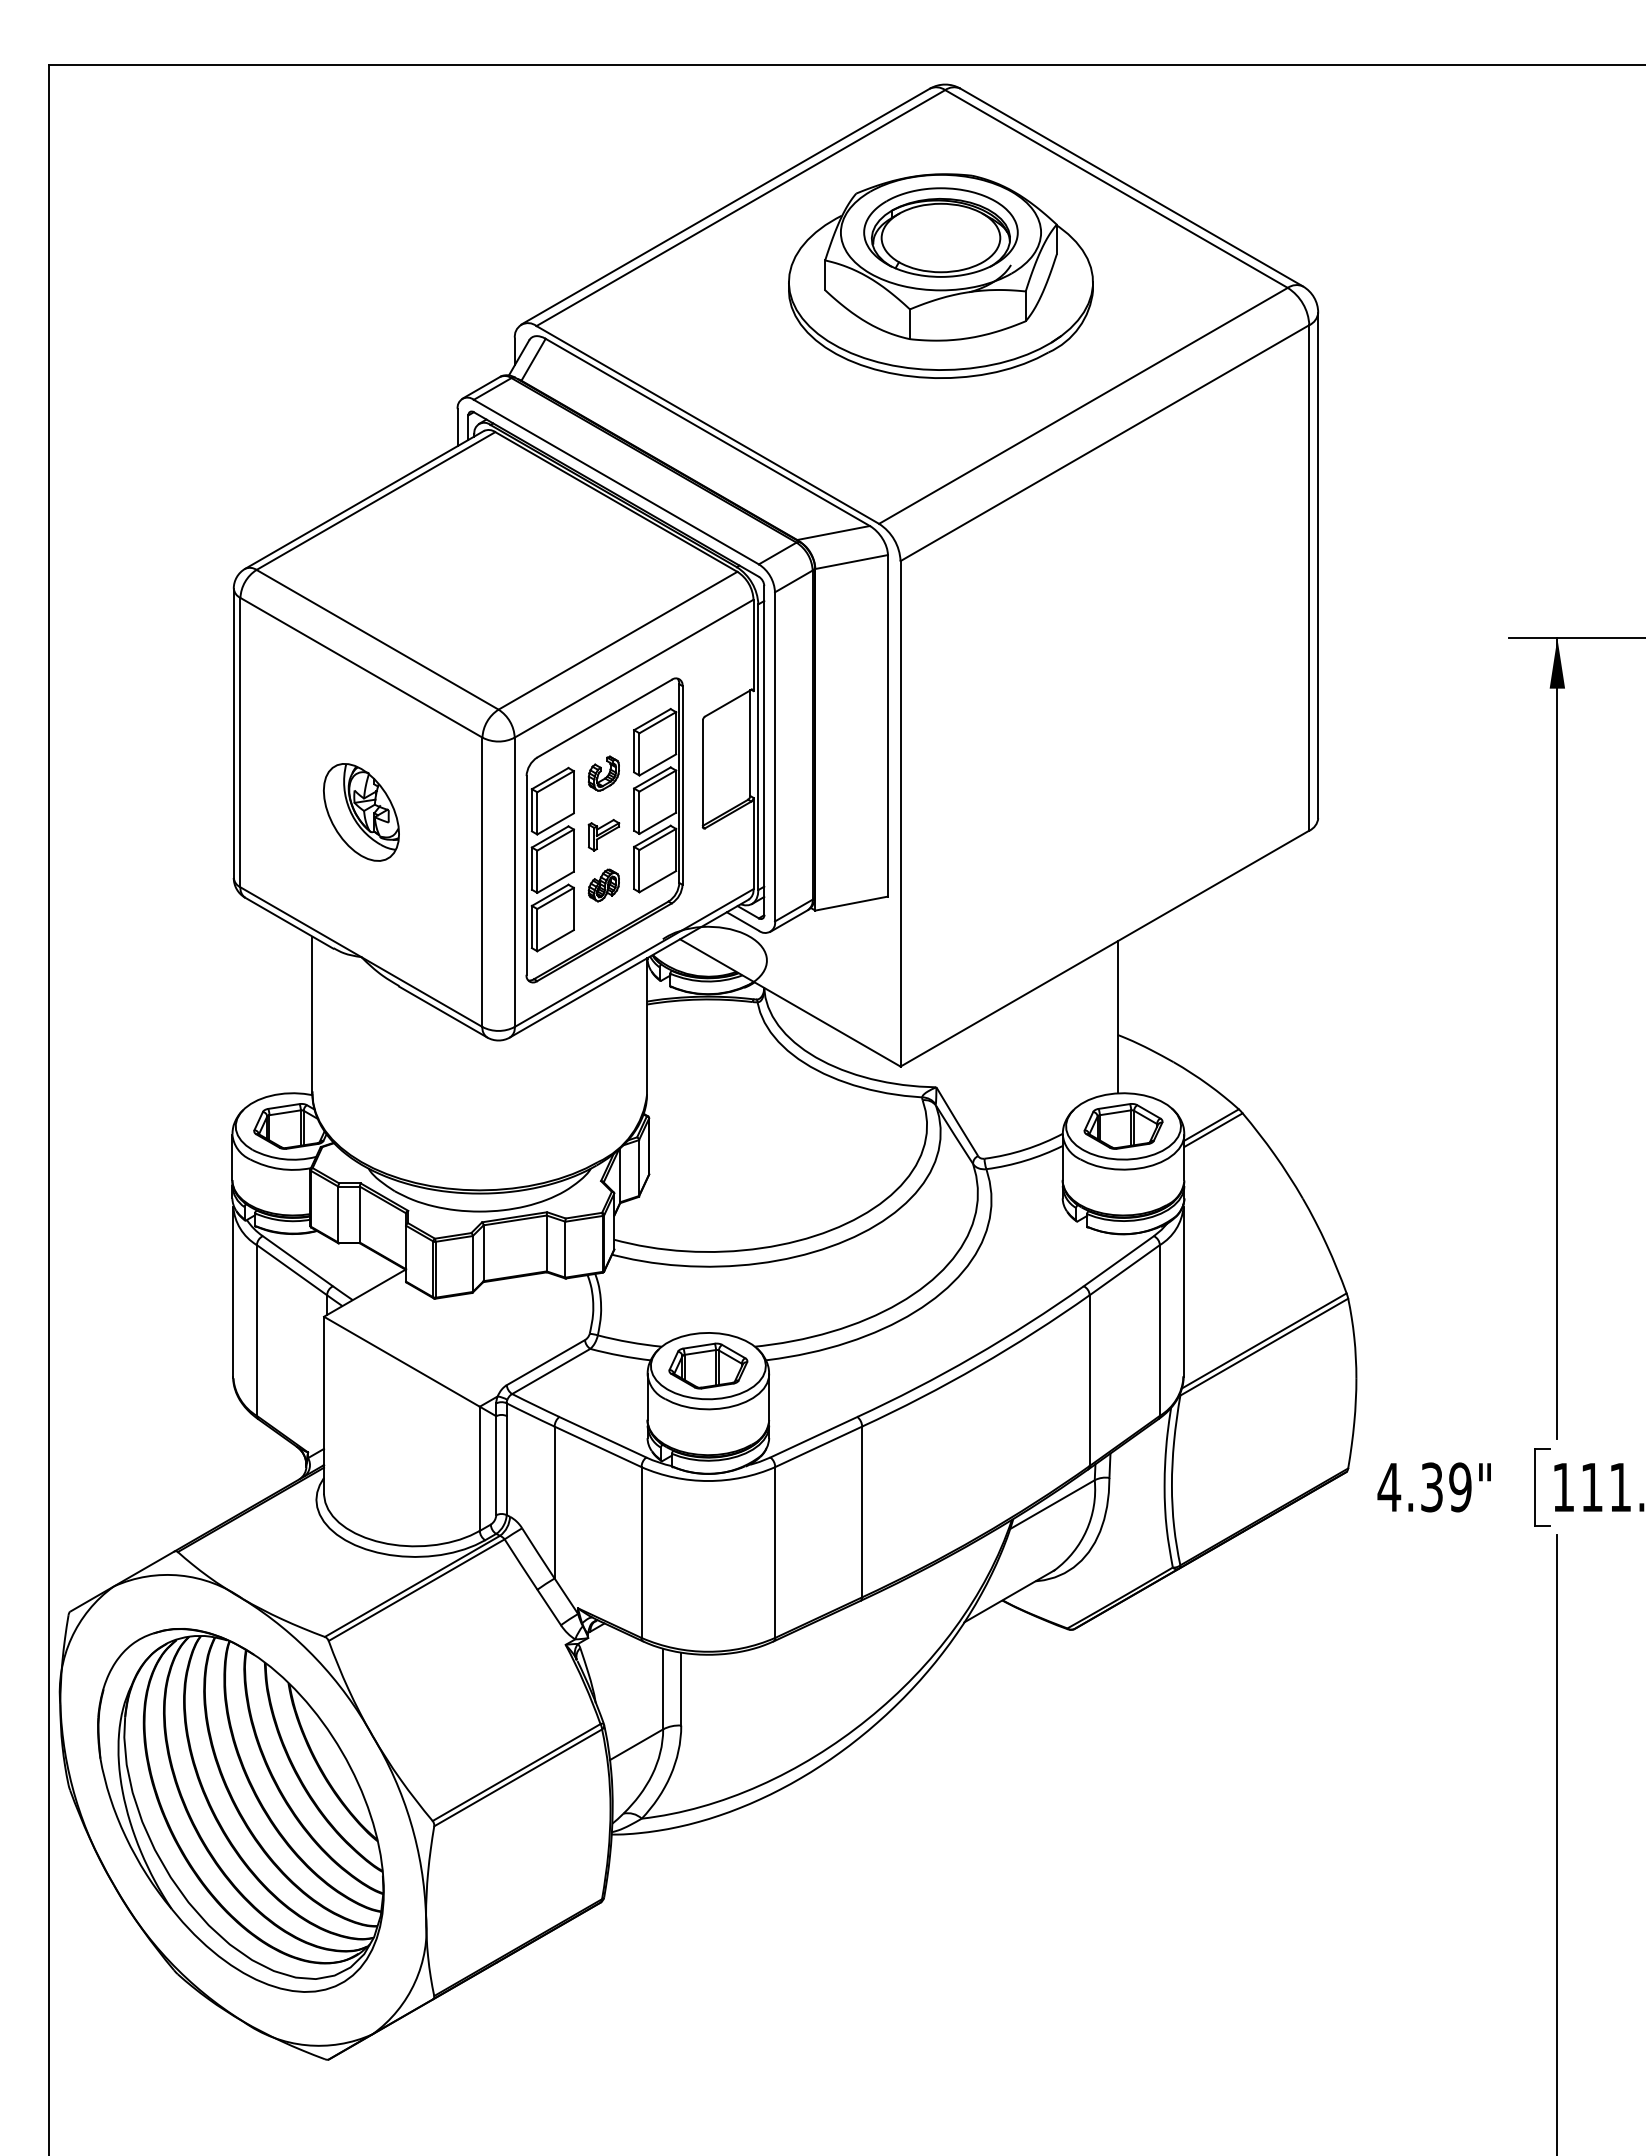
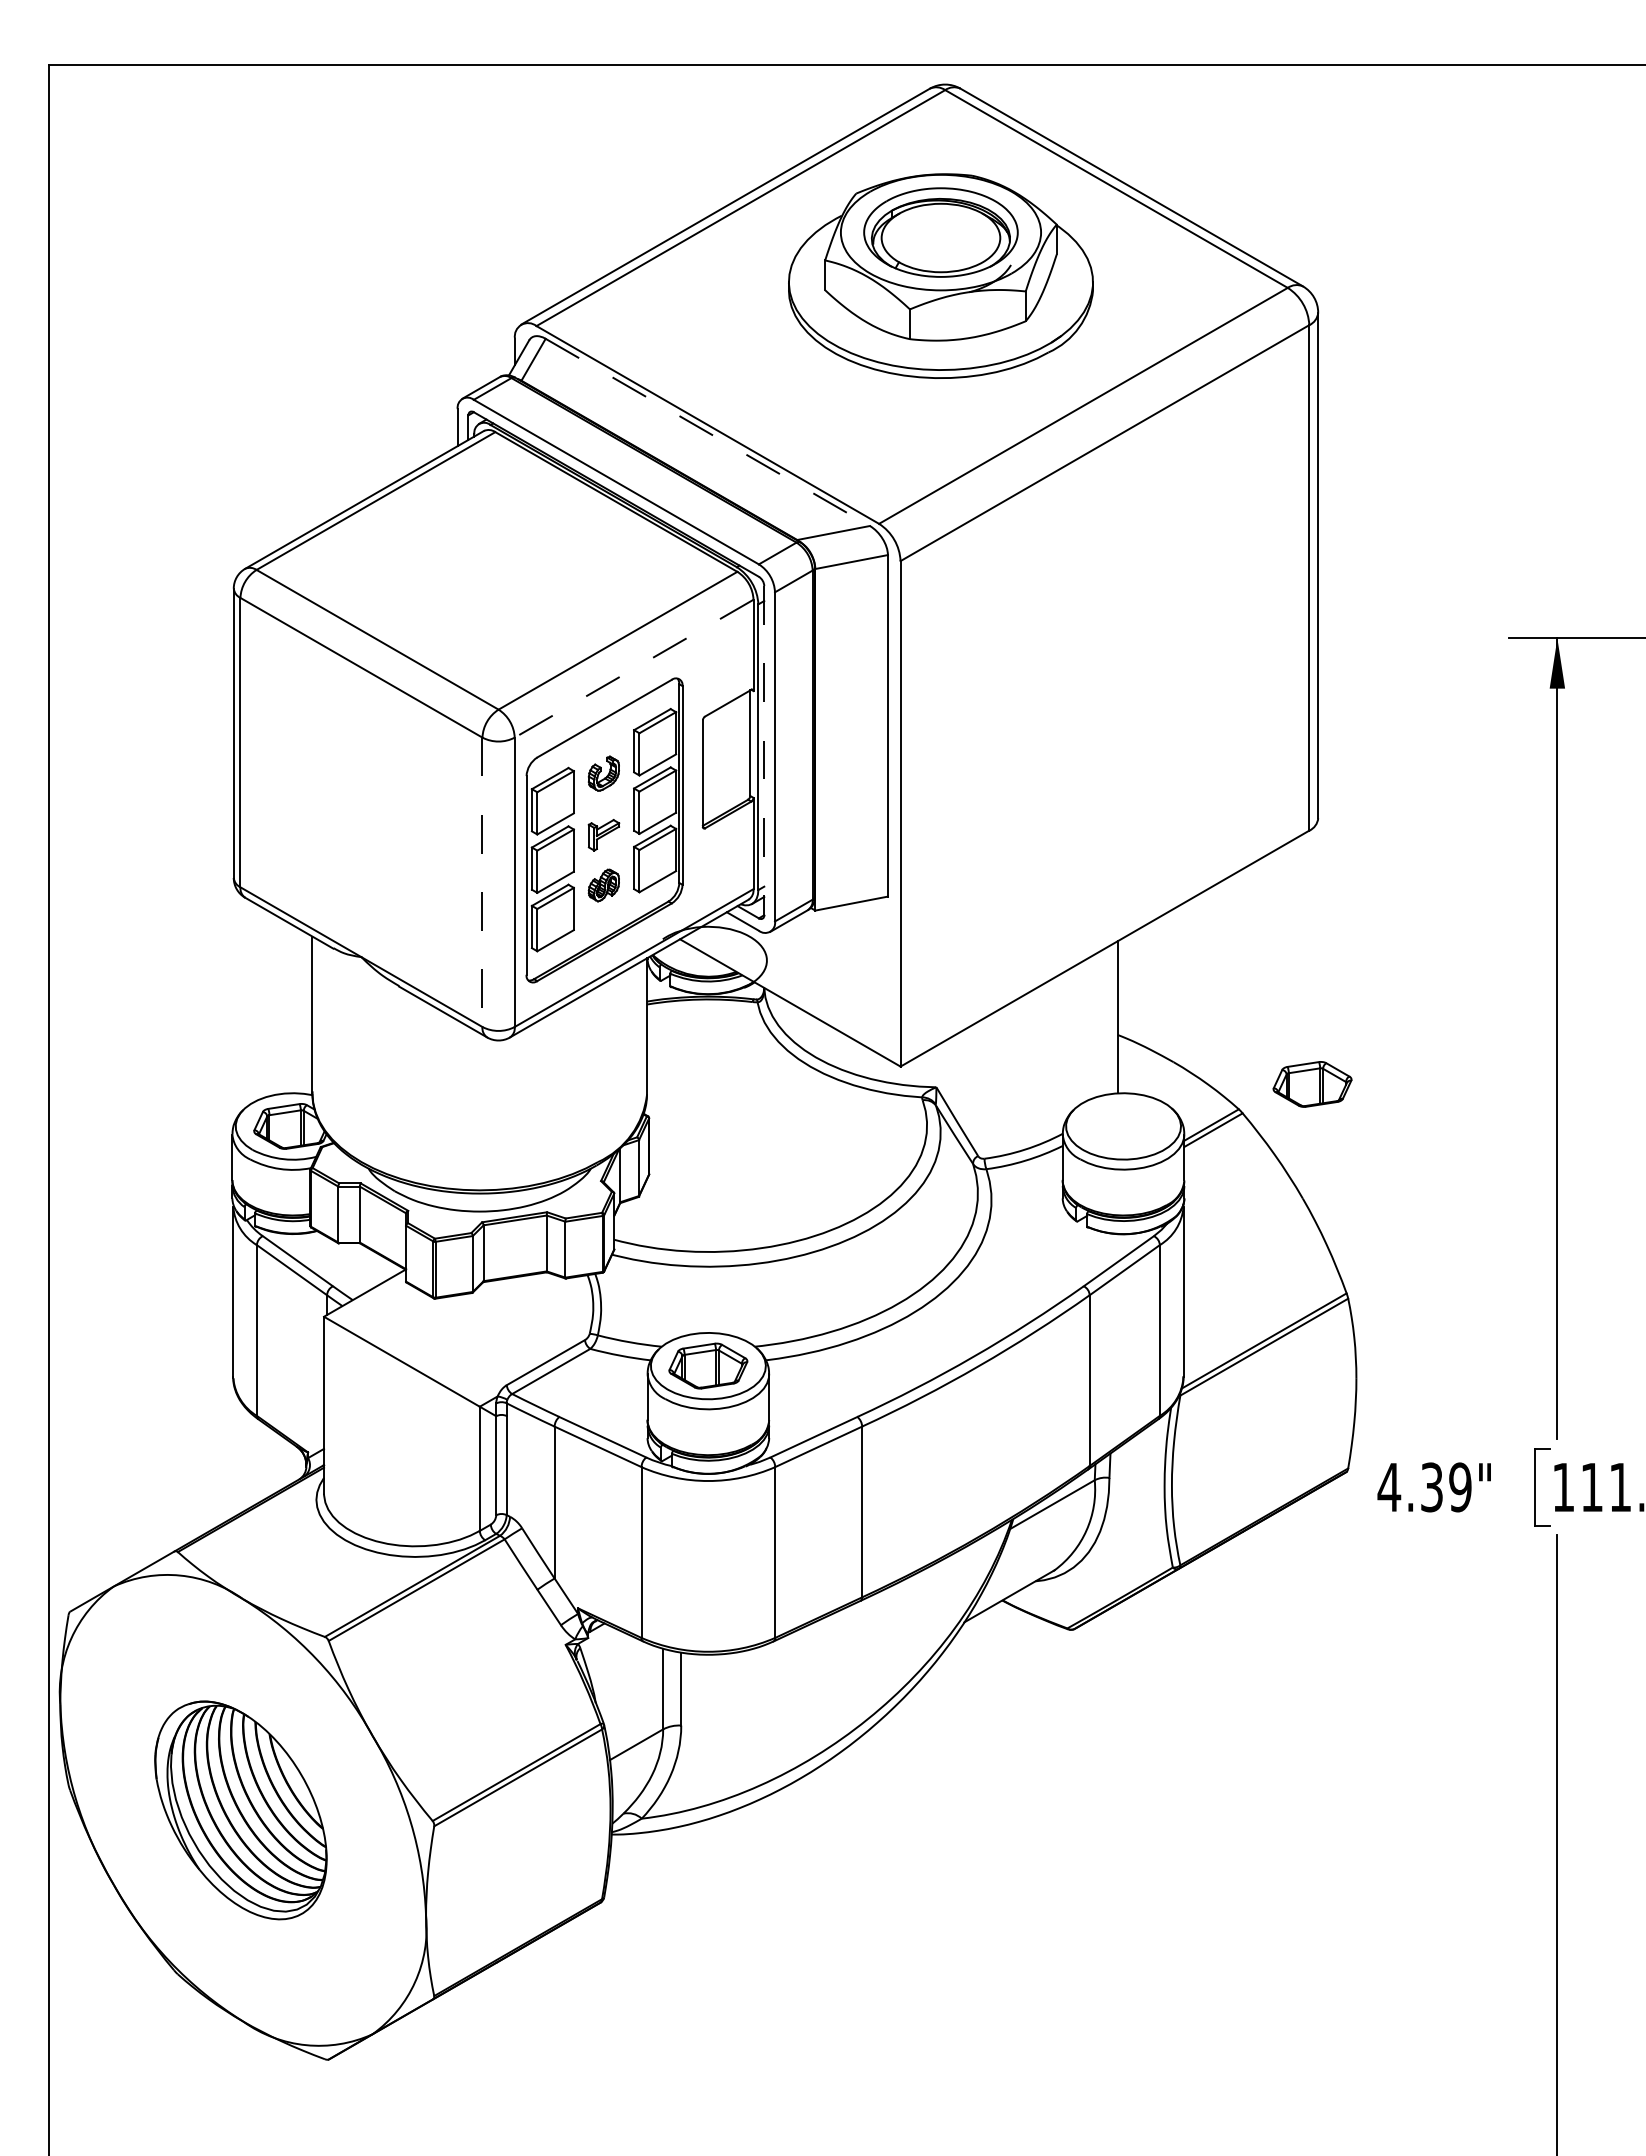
line at (708, 432): solid -> dashed
line at (634, 668): solid -> dashed
line at (764, 750): solid -> dashed
part at (361, 812): present -> none
line at (482, 882): solid -> dashed
part at (1123, 1126) position: (1123, 1126) -> (1312, 1084)
part at (240, 1810) size: 288x365 px -> 174x221 px
